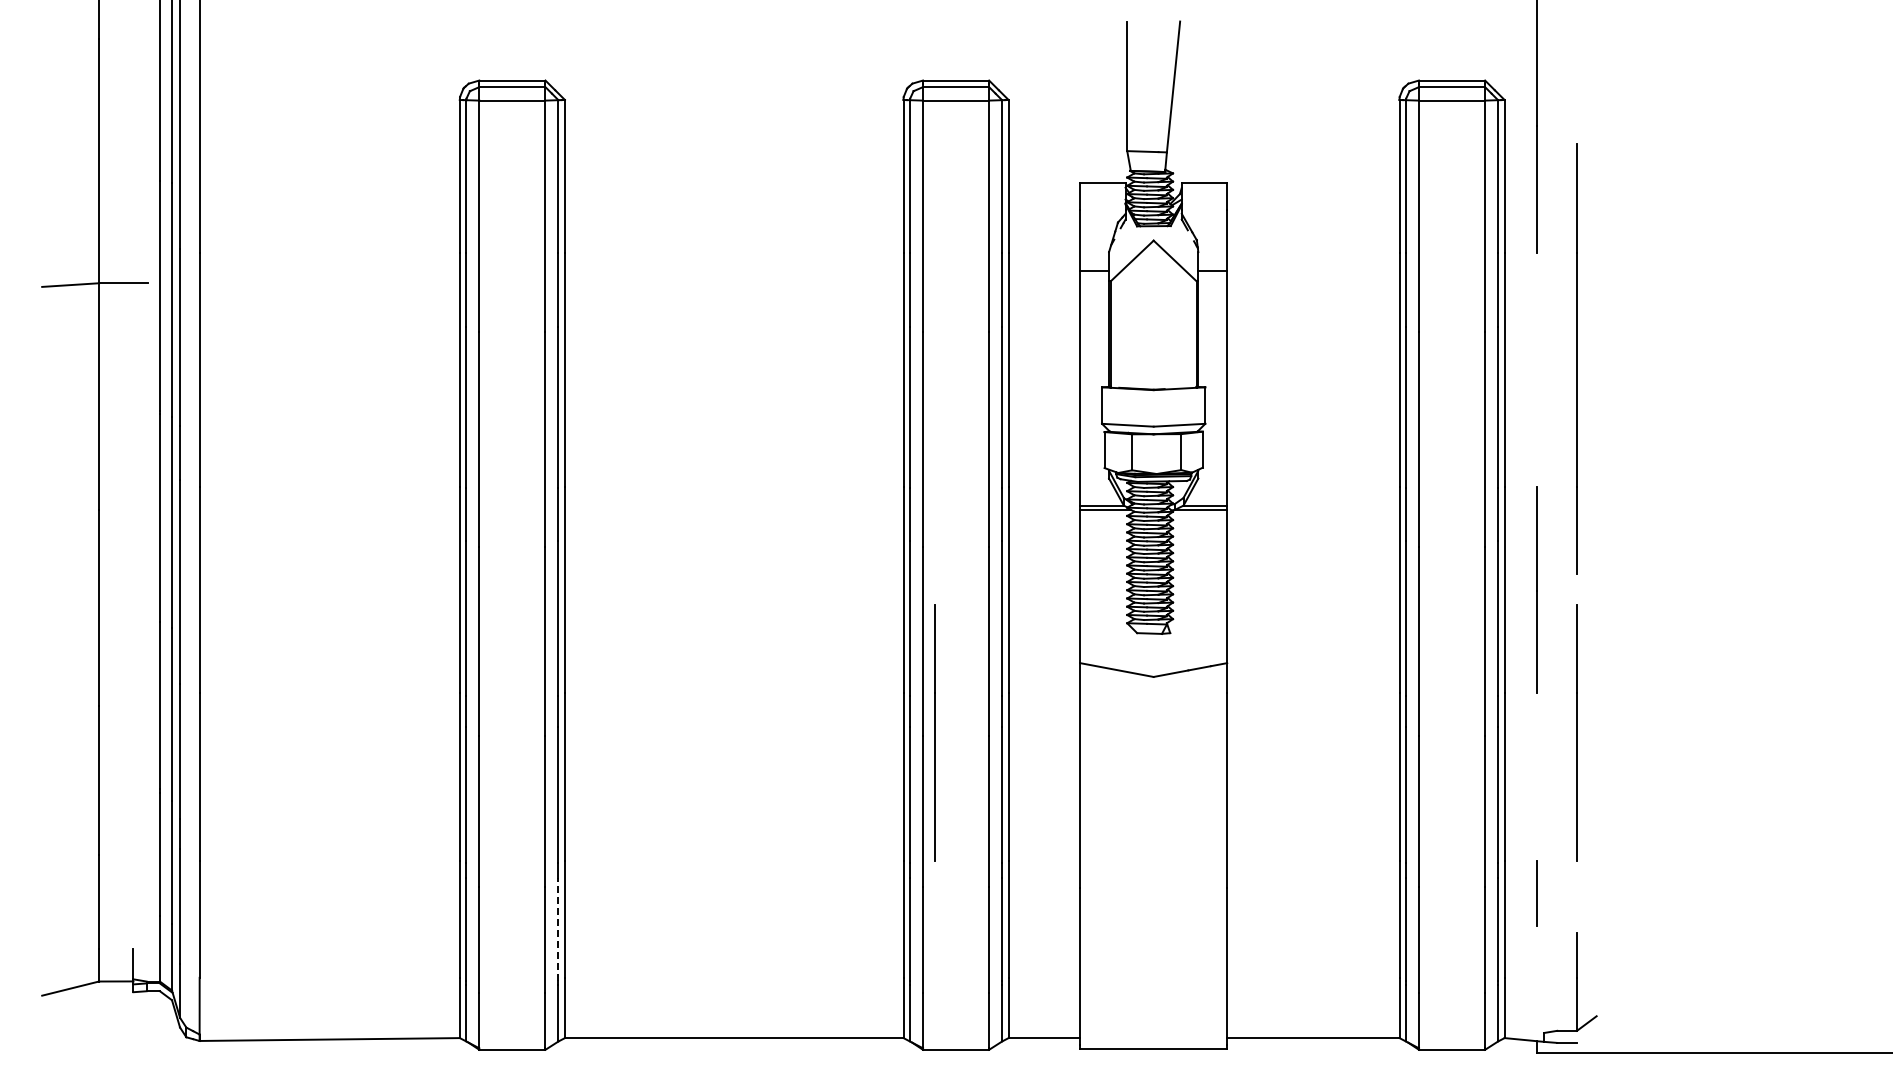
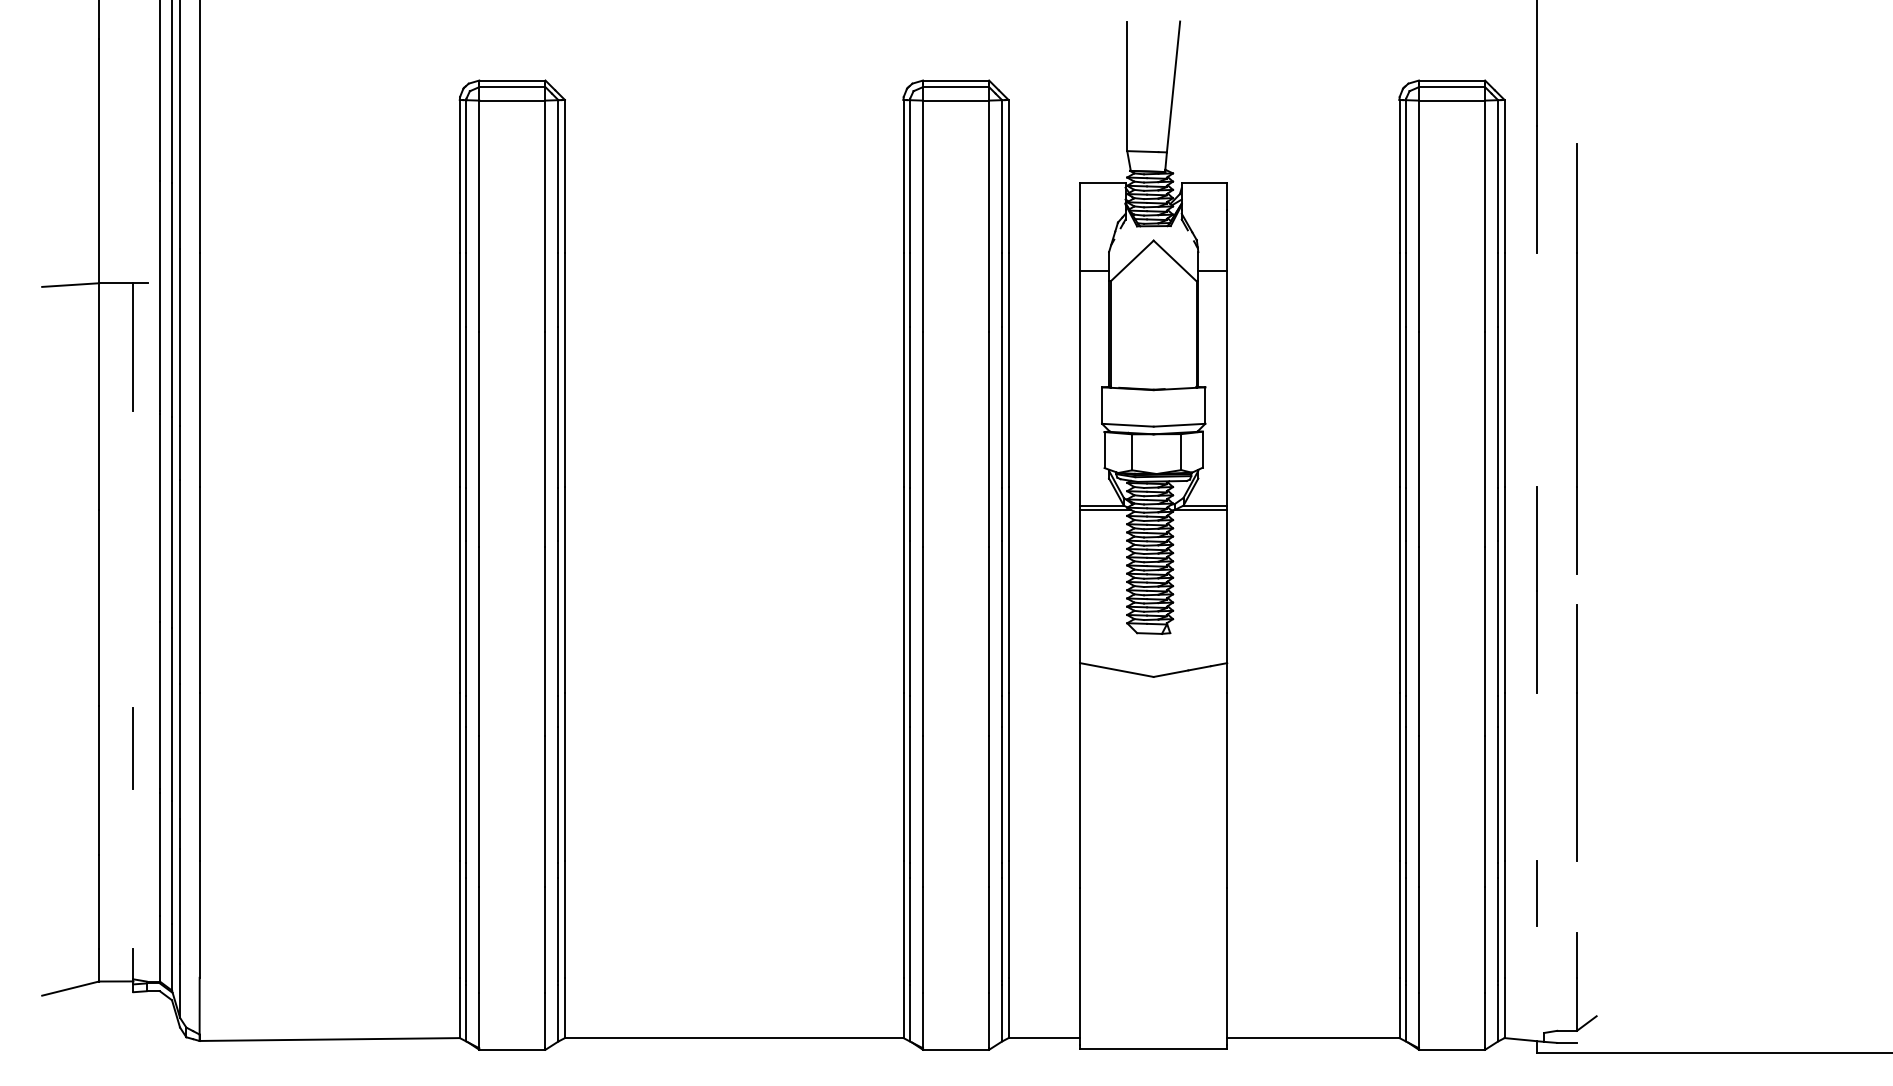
line at (133, 347): none -> present
line at (934, 732): present -> none
line at (133, 748): none -> present
line at (558, 929): dashed -> solid
